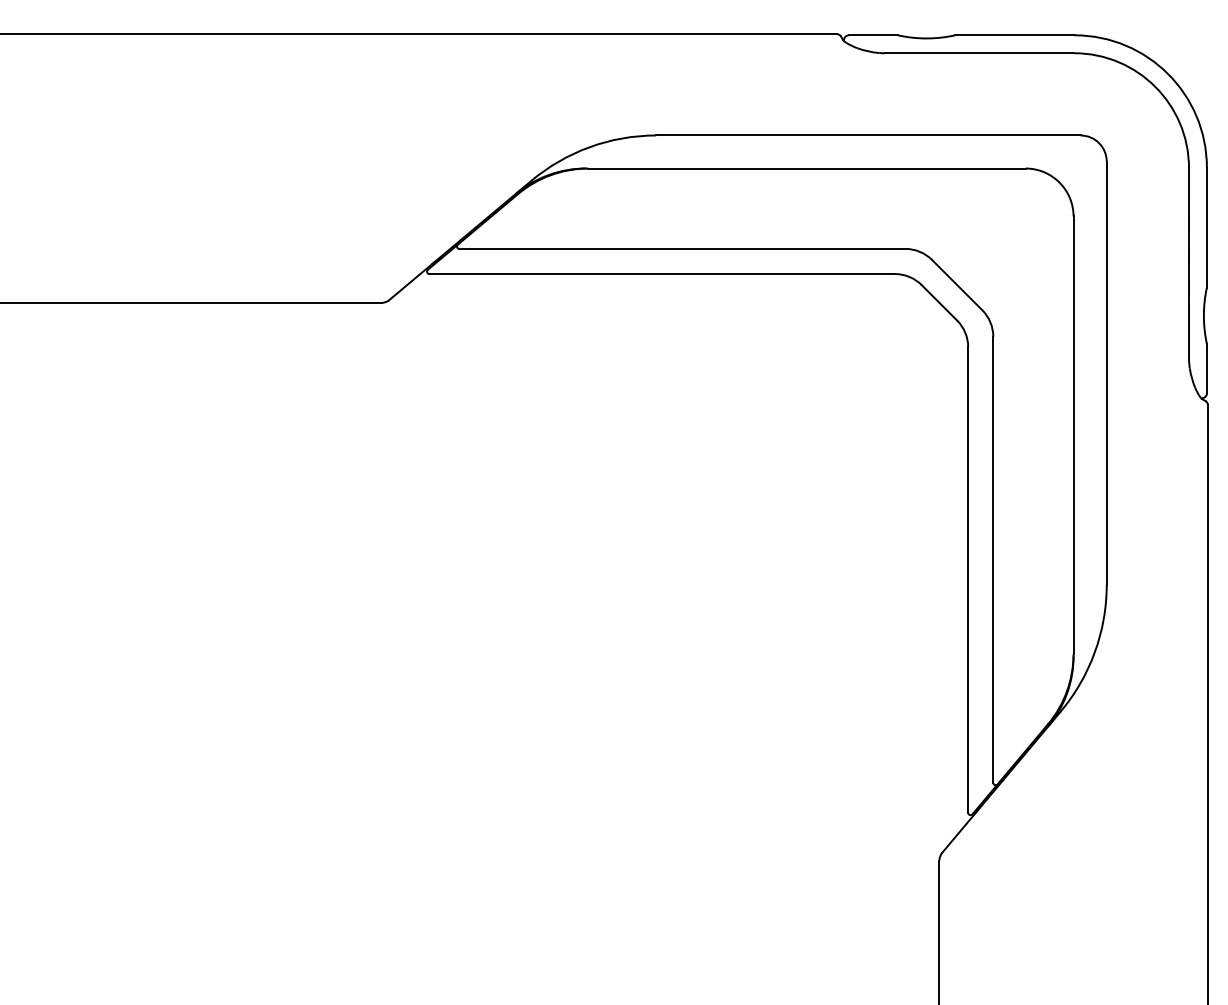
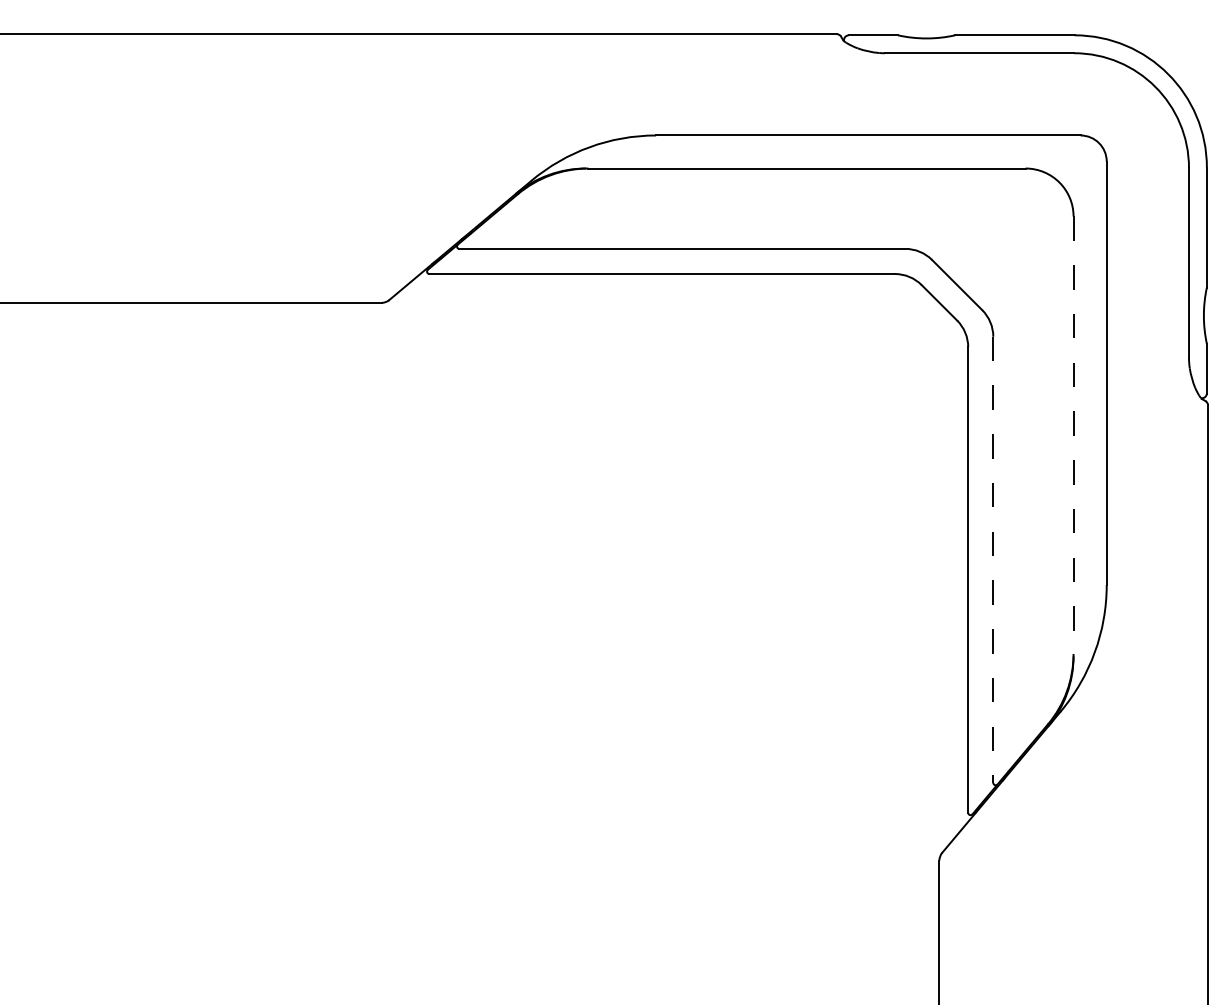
line at (1073, 435): solid -> dashed
line at (993, 560): solid -> dashed
